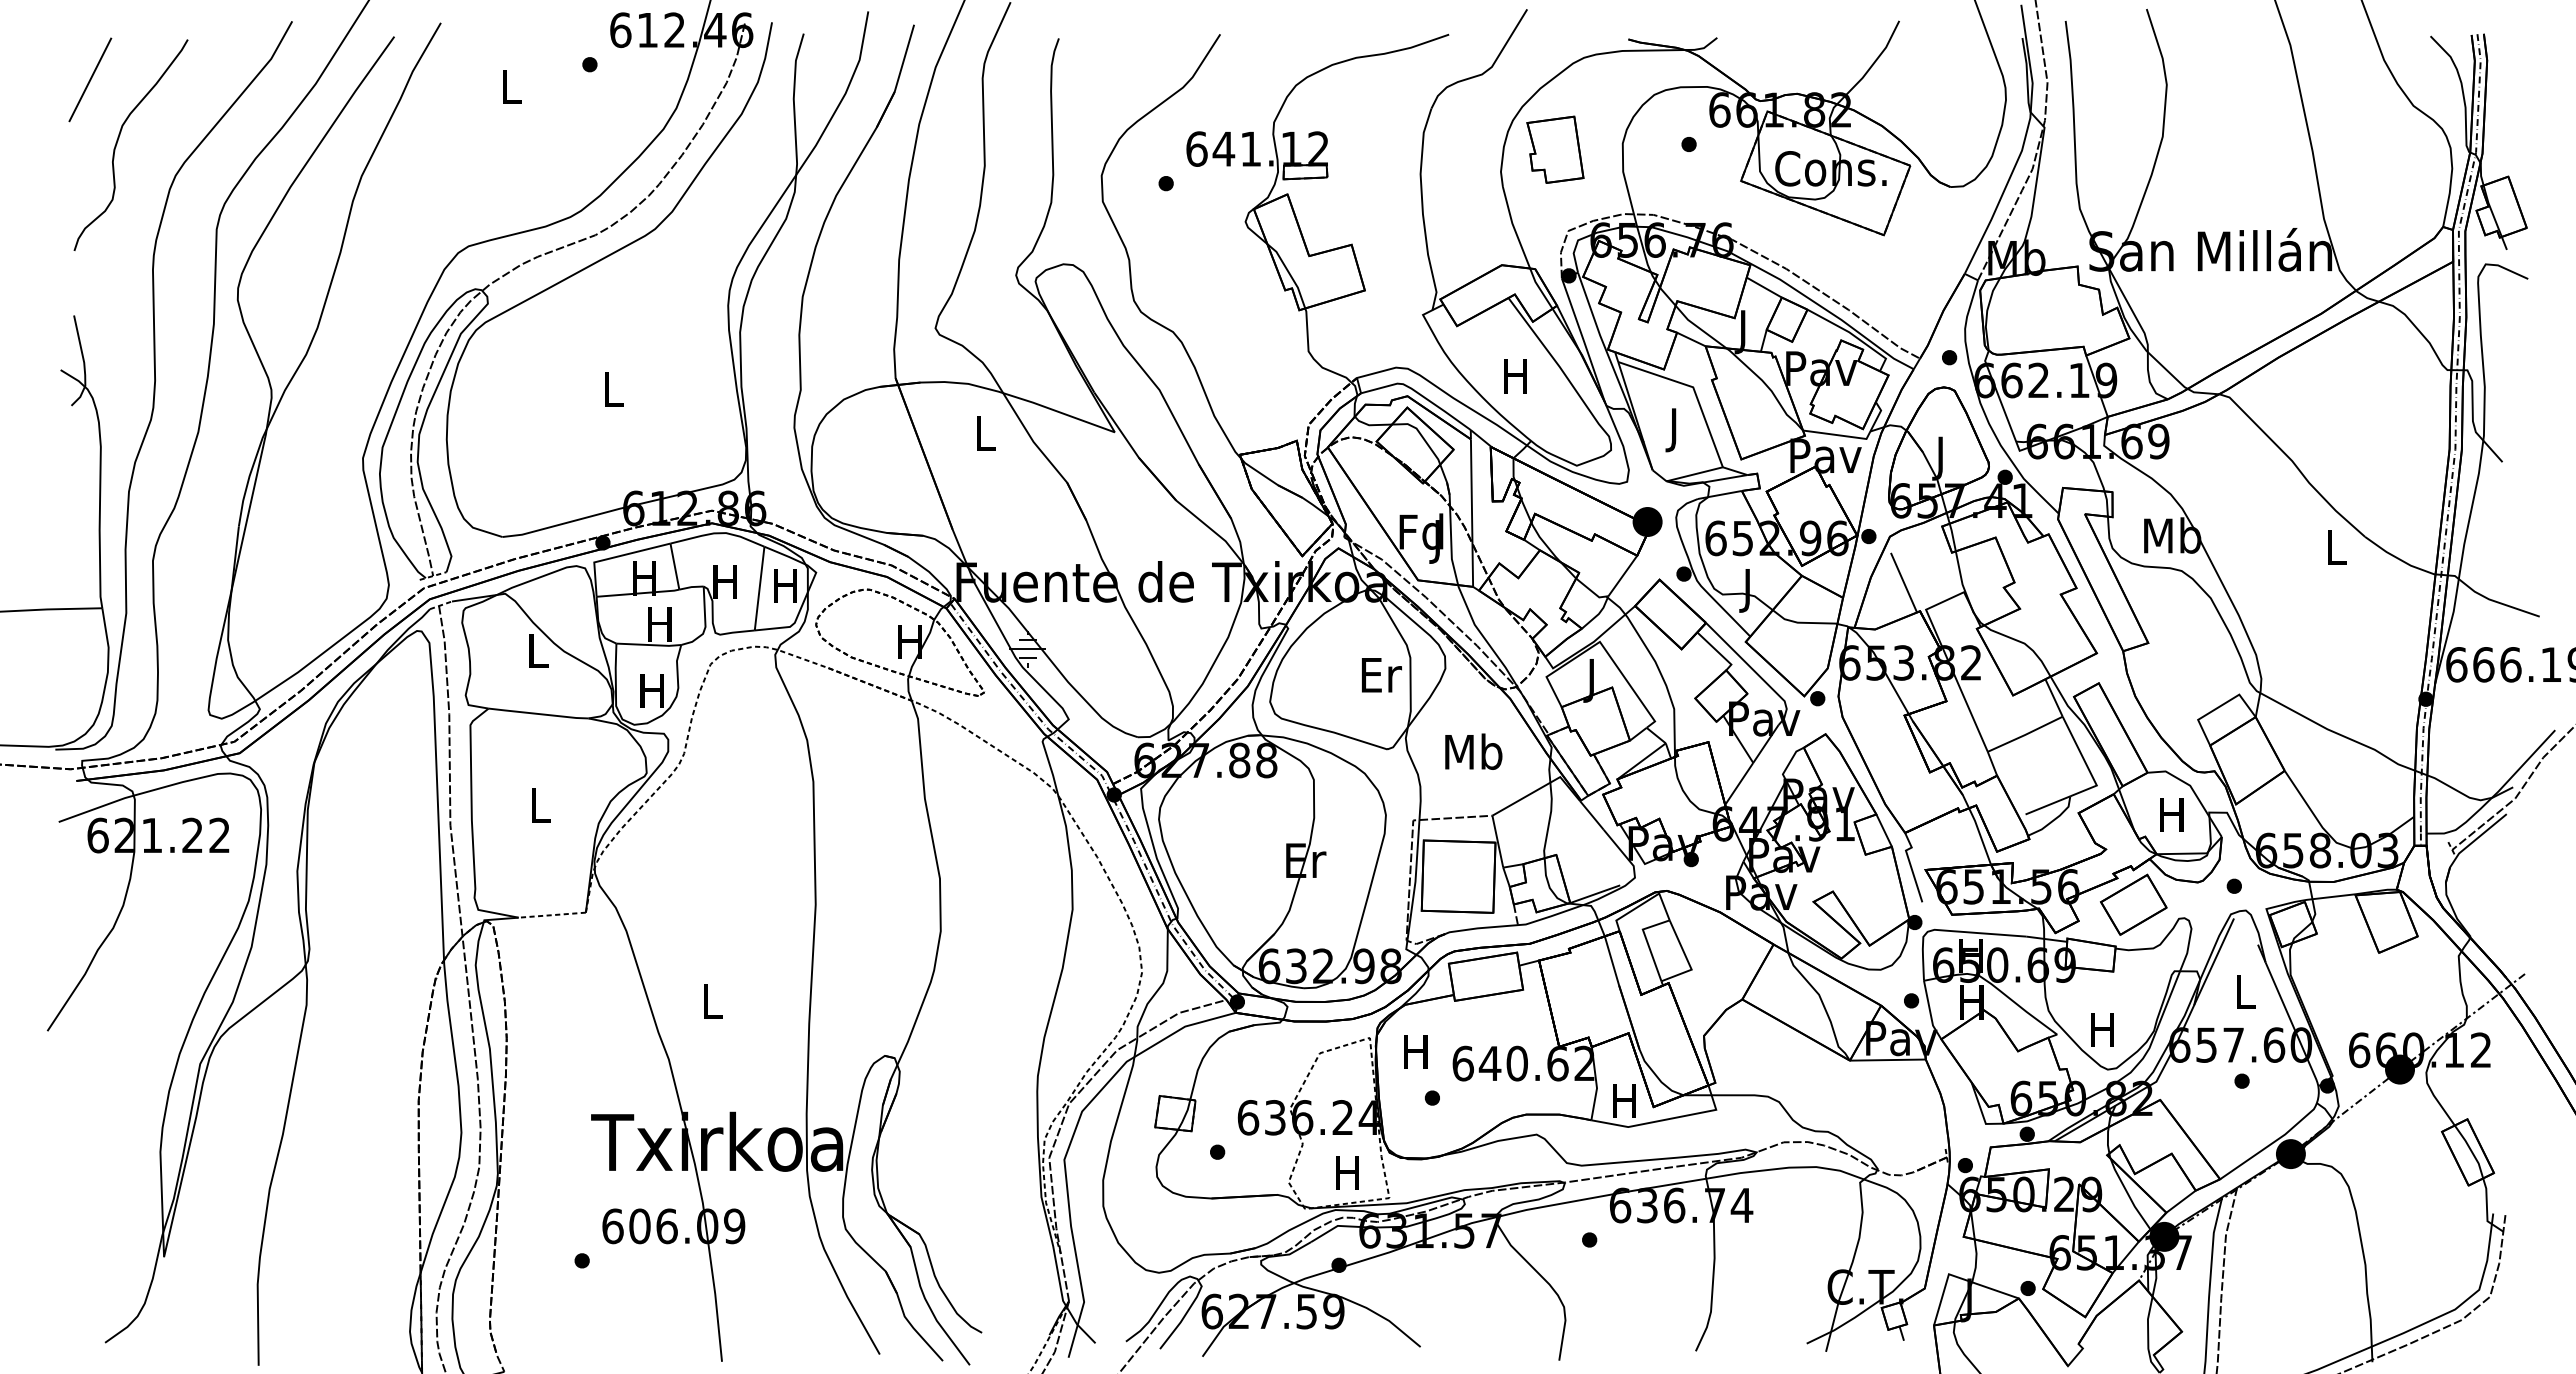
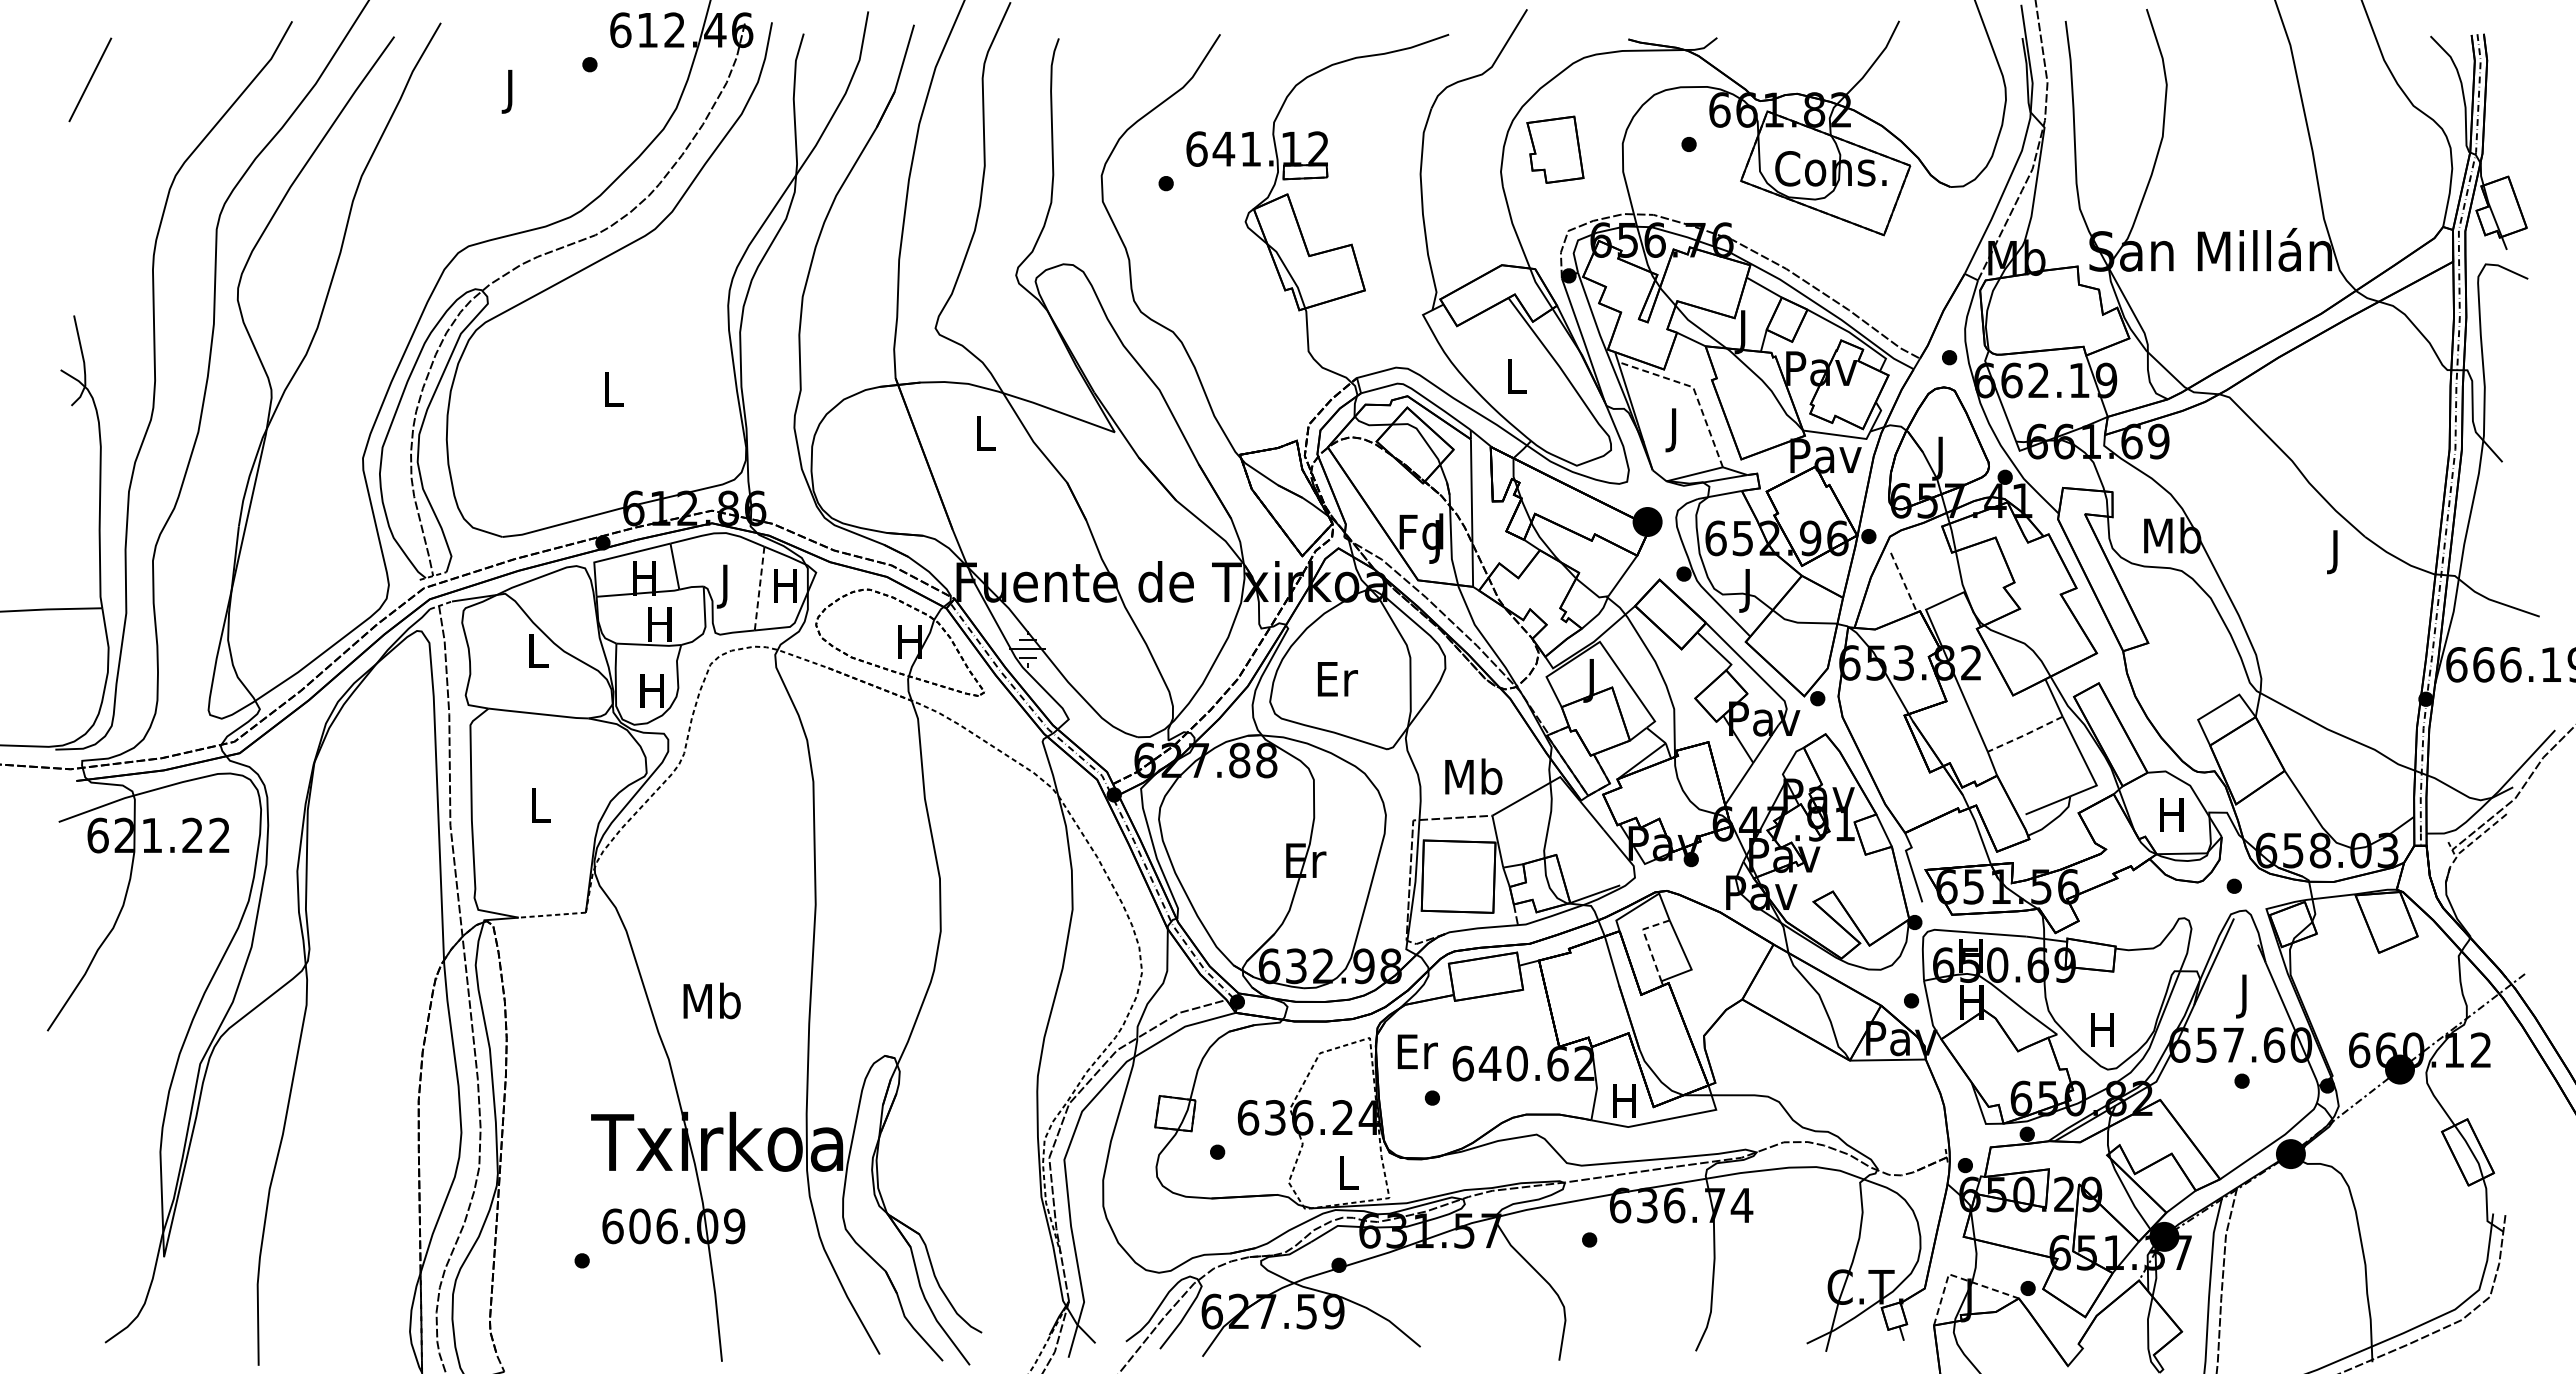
text at (511, 91): L -> J
curve at (118, 141): present -> none
text at (1515, 376): H -> L
line at (1693, 389): solid -> dashed
text at (2336, 552): L -> J
line at (1904, 582): solid -> dashed
text at (724, 586): H -> J
line at (759, 589): solid -> dashed
text at (1381, 675) position: (1381, 675) -> (1337, 679)
line at (2025, 735): solid -> dashed
text at (1473, 751) position: (1473, 751) -> (1473, 776)
line at (2469, 845): solid -> dashed
part at (2133, 904): present -> none
line at (1647, 941): solid -> dashed
text at (2245, 996): L -> J
text at (711, 1000): L -> Mb
text at (1417, 1051): H -> Er
text at (1347, 1172): H -> L
line at (1958, 1277): solid -> dashed
